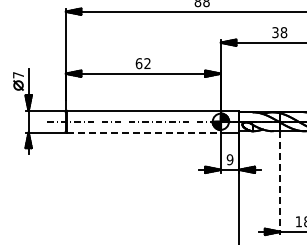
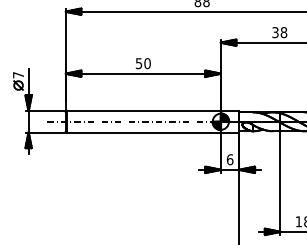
text at (142, 63): 62 -> 50
line at (143, 132): dashed -> solid
text at (229, 159): 9 -> 6
line at (280, 183): dashed -> solid
